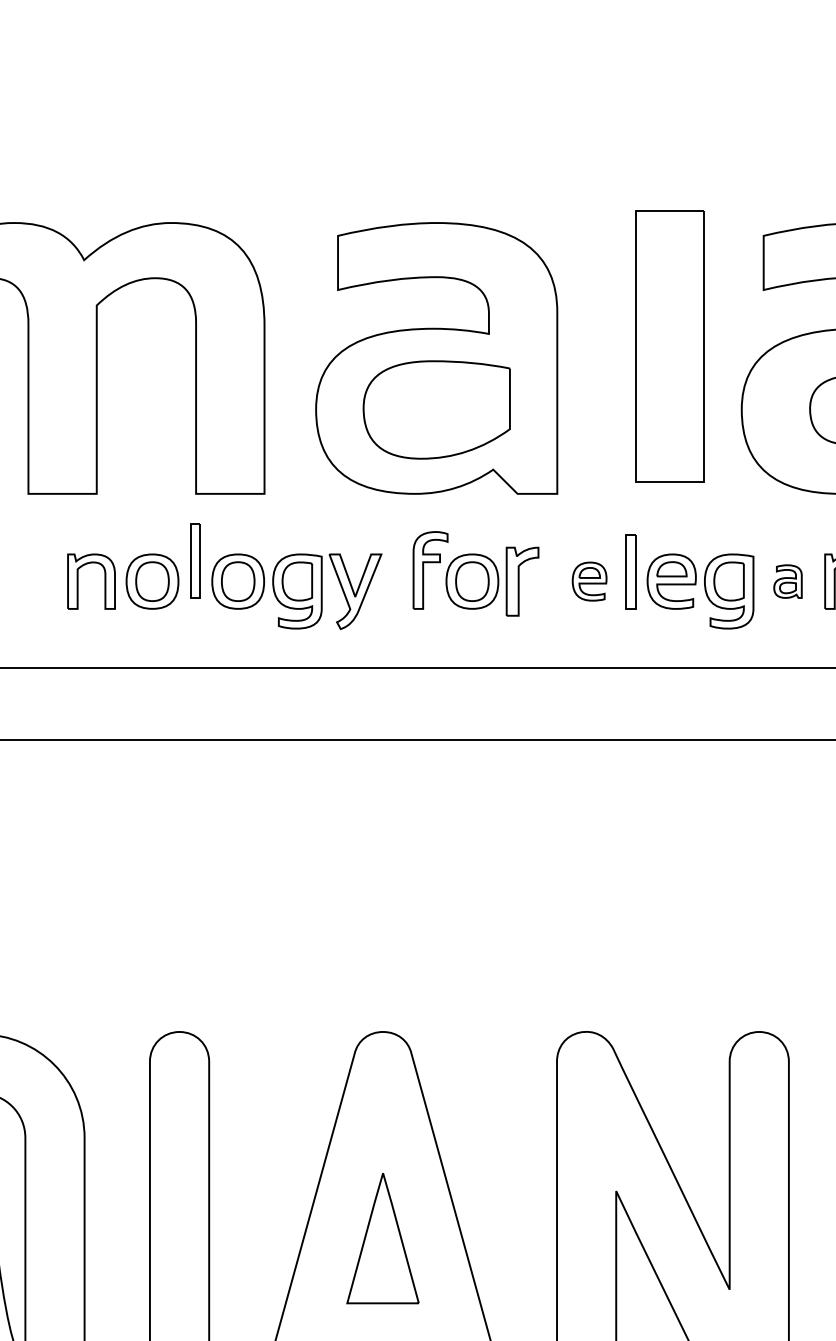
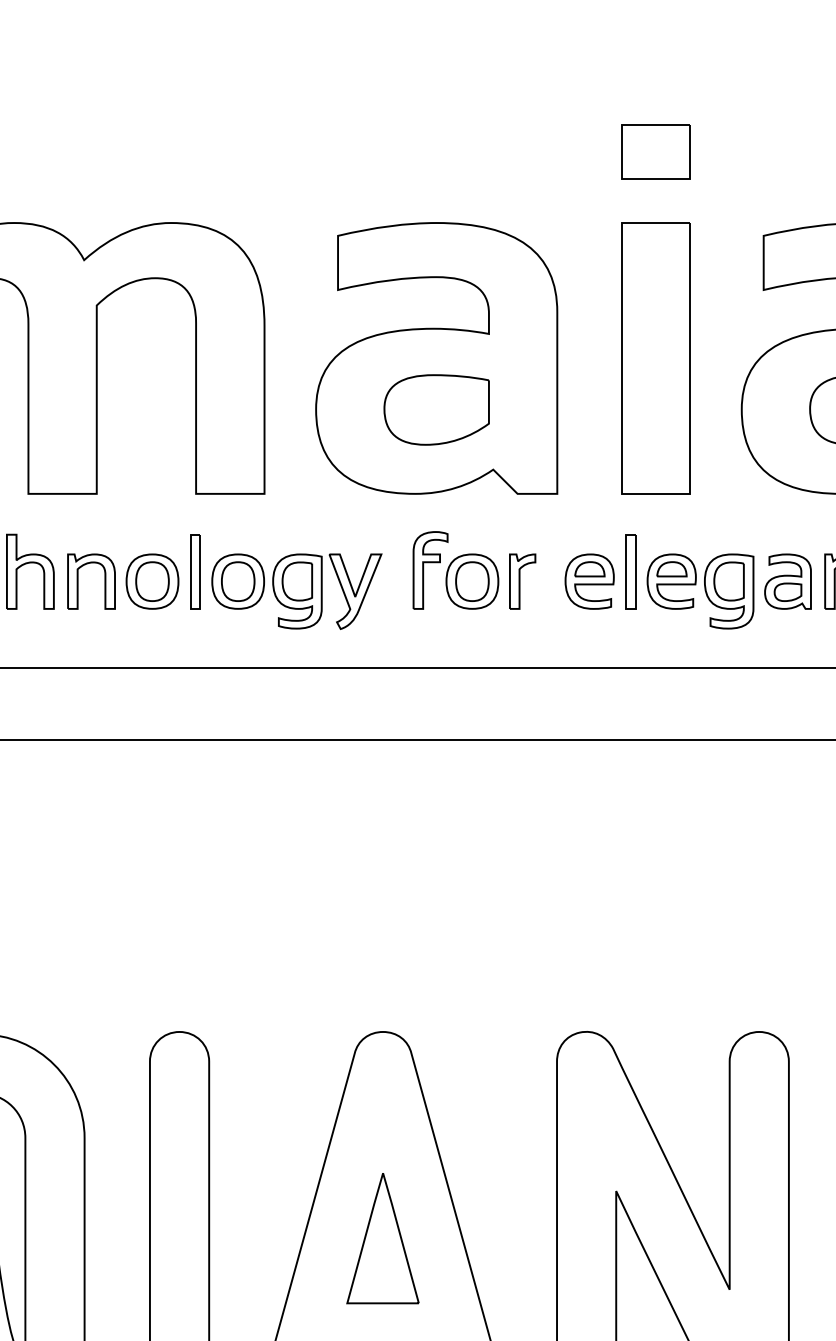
part at (655, 151): none -> present
part at (669, 346) position: (669, 346) -> (655, 358)
part at (436, 409) size: 149x100 px -> 107x72 px
part at (195, 560) position: (195, 560) -> (195, 571)
part at (30, 563): none -> present
part at (522, 581) size: 35x71 px -> 28x57 px
part at (589, 581) size: 37x41 px -> 51x57 px
part at (787, 581) size: 30x35 px -> 48x57 px
